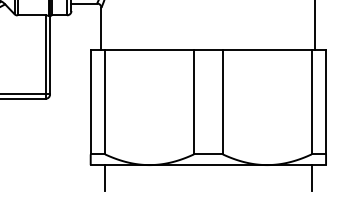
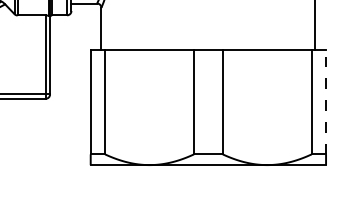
line at (326, 101): solid -> dashed
line at (105, 177): present -> none
line at (311, 177): present -> none
